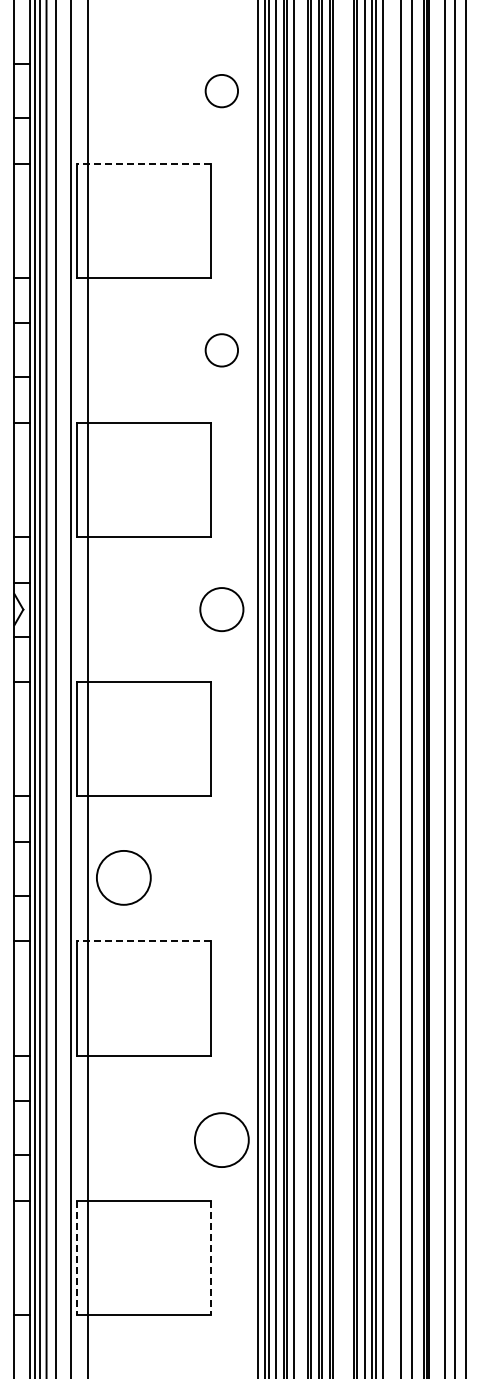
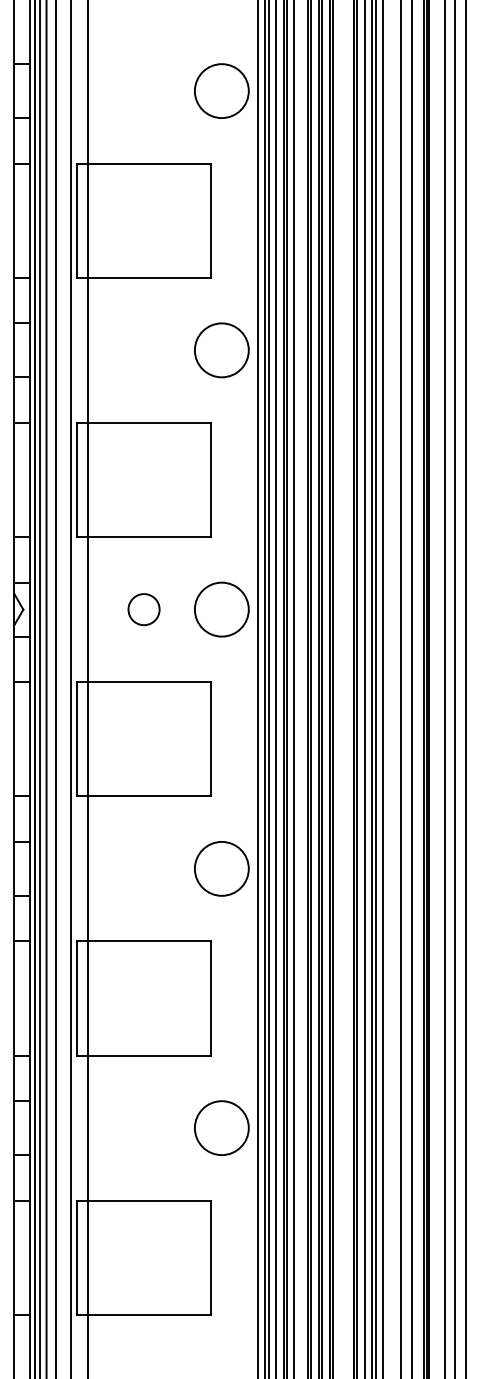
circle at (221, 90) diameter: 32 px -> 54 px
line at (143, 163): dashed -> solid
circle at (221, 350) diameter: 32 px -> 54 px
circle at (143, 609): none -> present
circle at (221, 609) size: 46x46 px -> 56x57 px
circle at (123, 877) position: (123, 877) -> (221, 868)
line at (143, 941): dashed -> solid
circle at (221, 1139) position: (221, 1139) -> (221, 1127)
line at (76, 1258): dashed -> solid
line at (211, 1258): dashed -> solid
